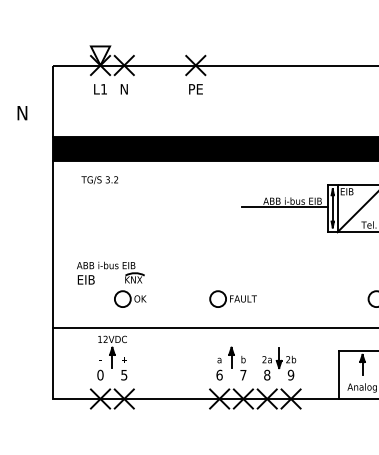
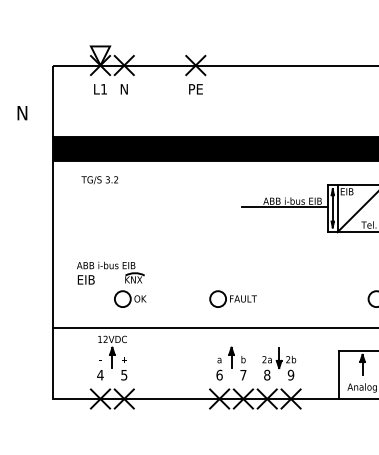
text at (100, 374): 0 -> 4
